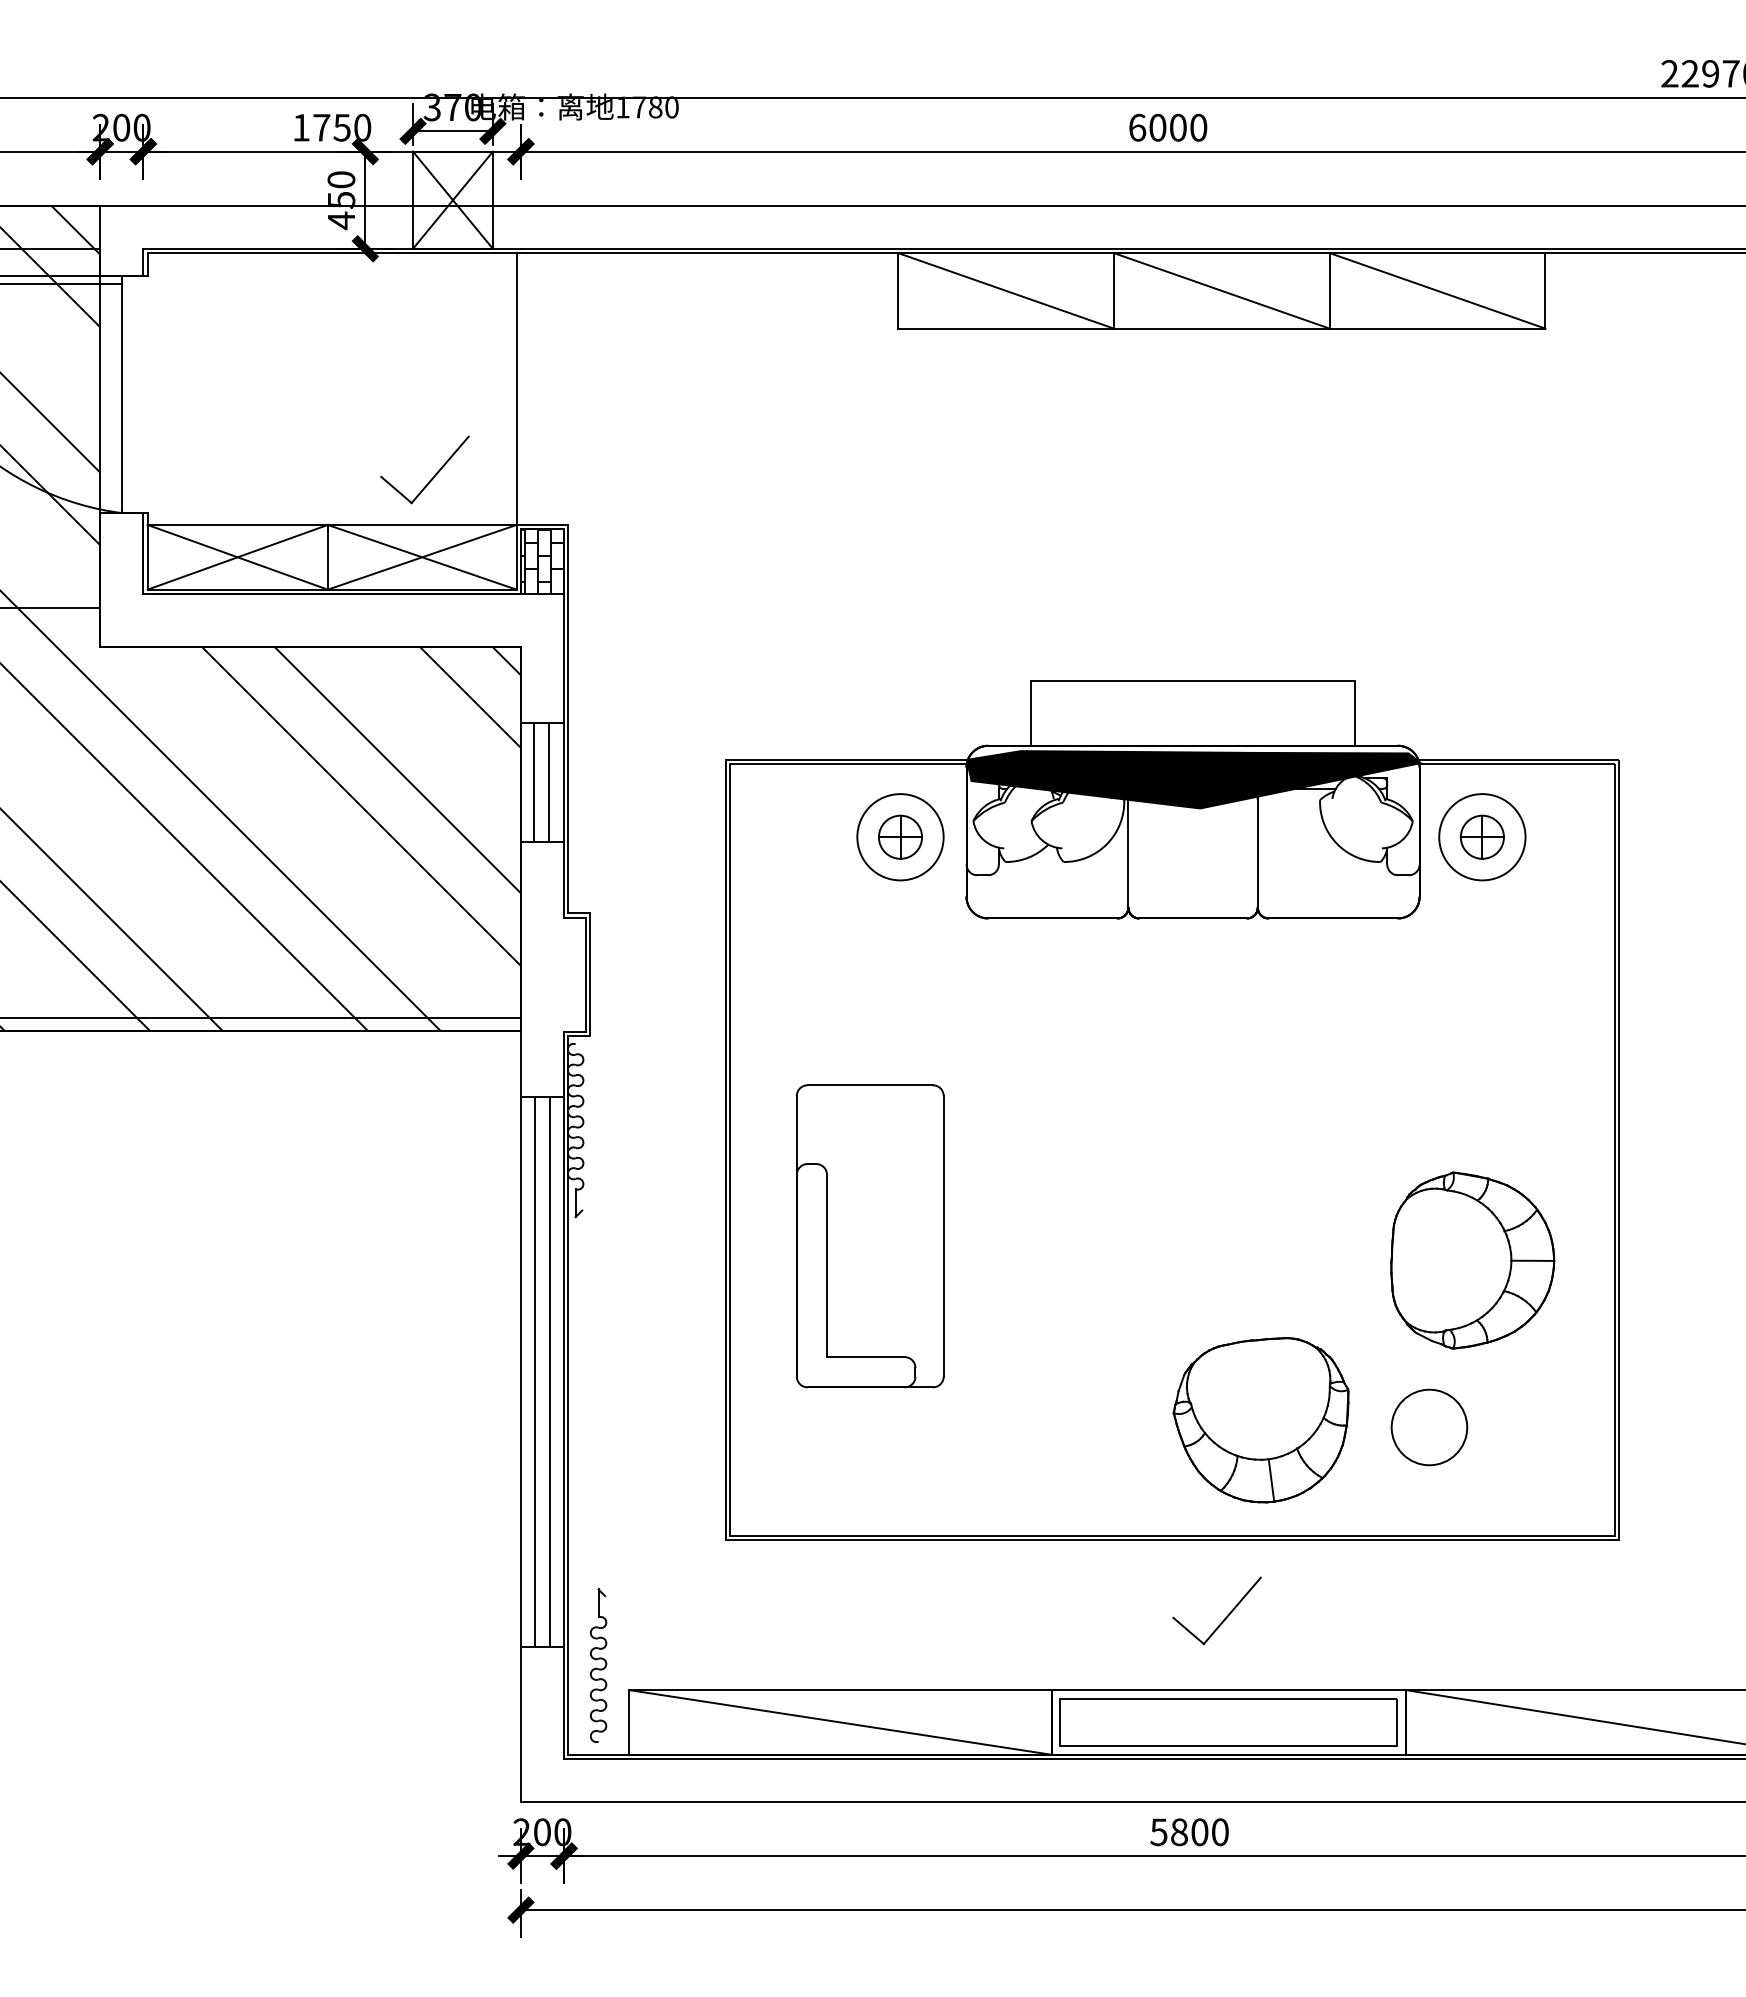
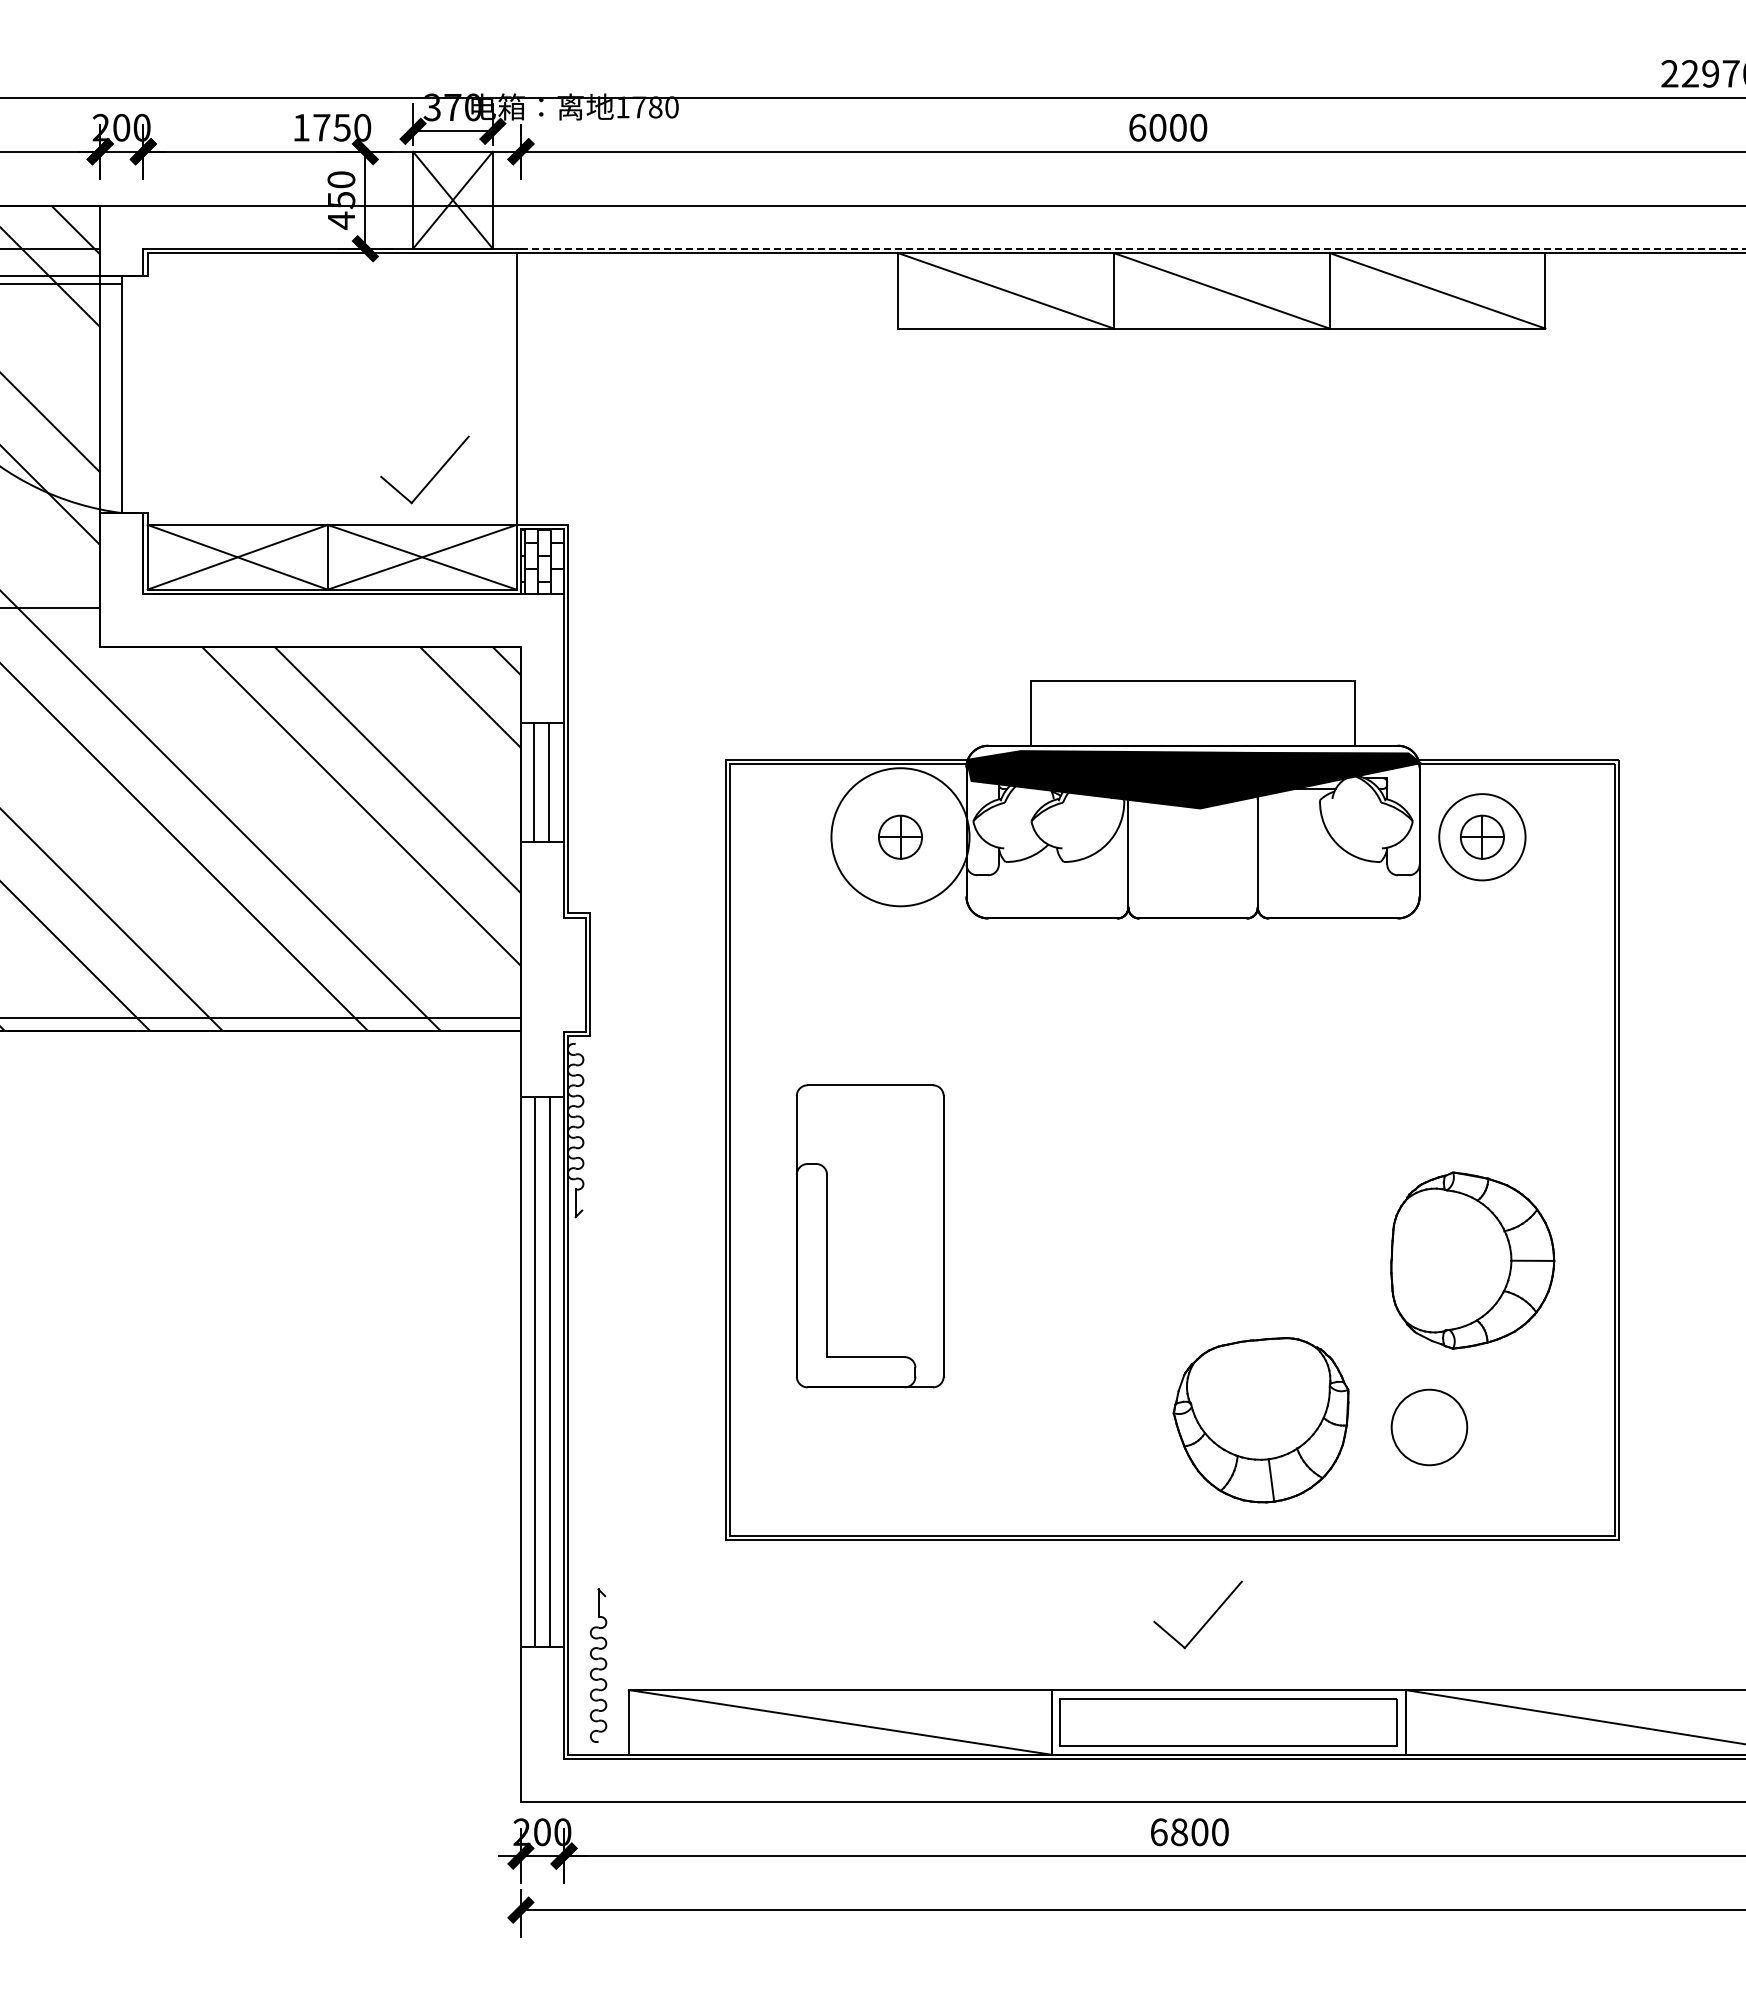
line at (1132, 248): solid -> dashed
circle at (900, 837) diameter: 86 px -> 138 px
part at (1224, 1618) position: (1224, 1618) -> (1205, 1622)
text at (1158, 1832): 5800 -> 6800
